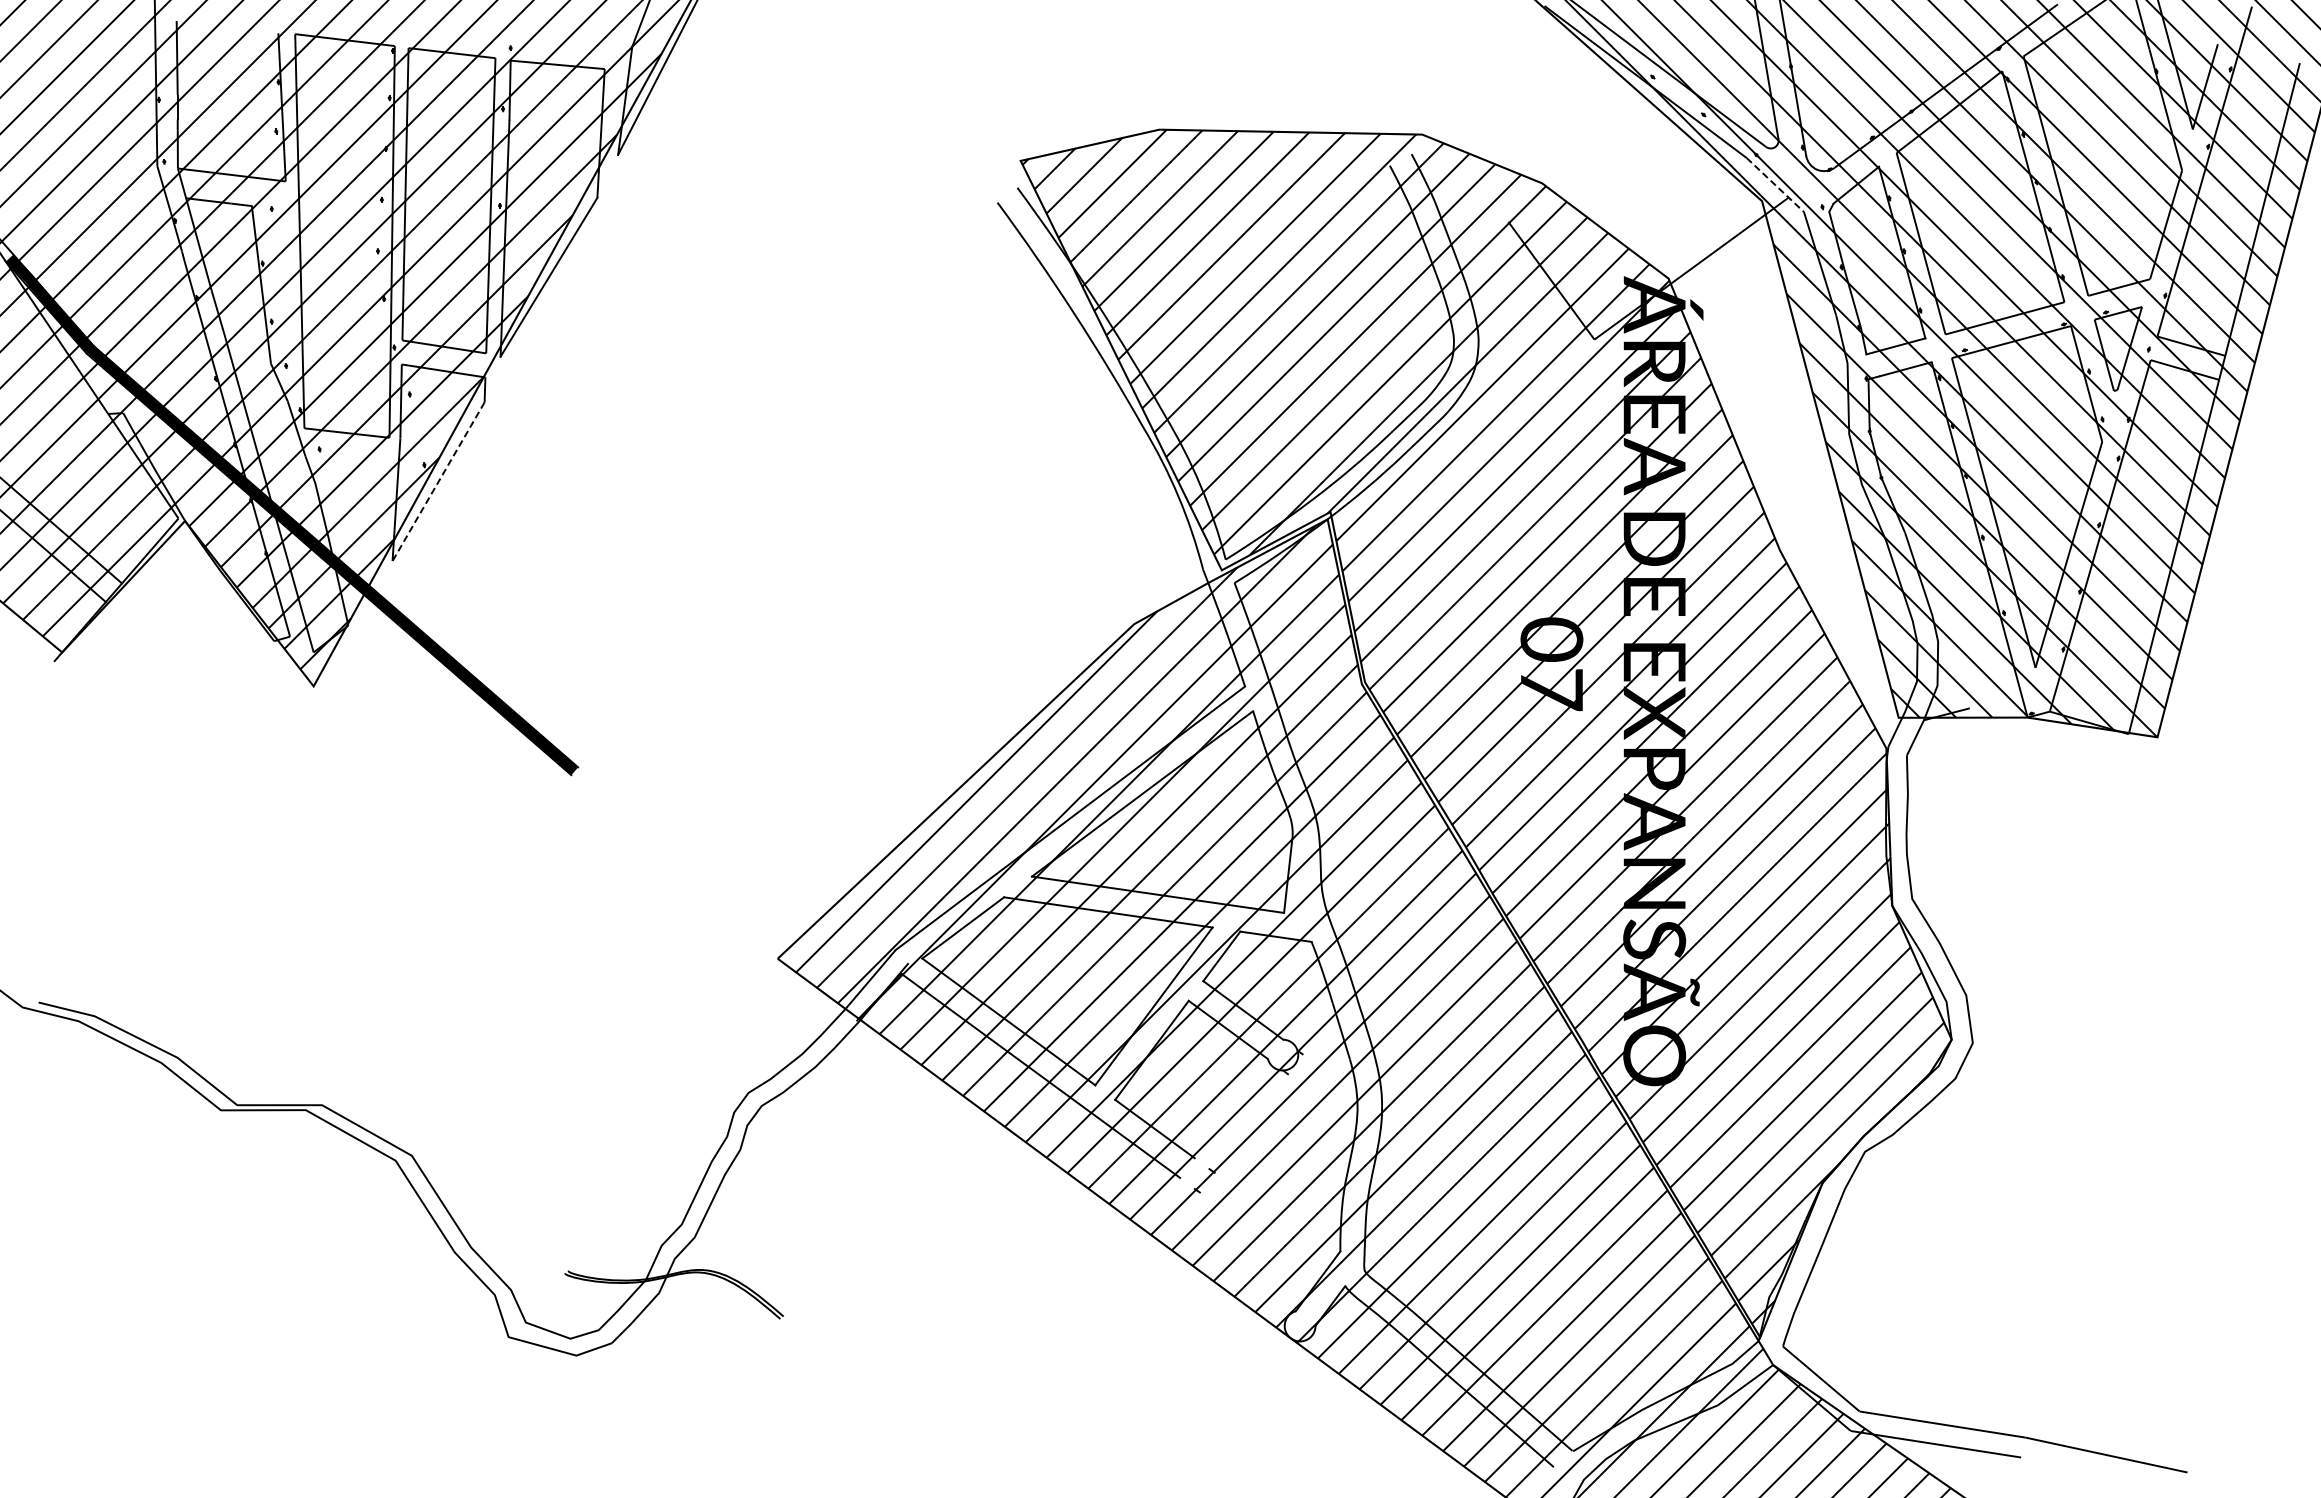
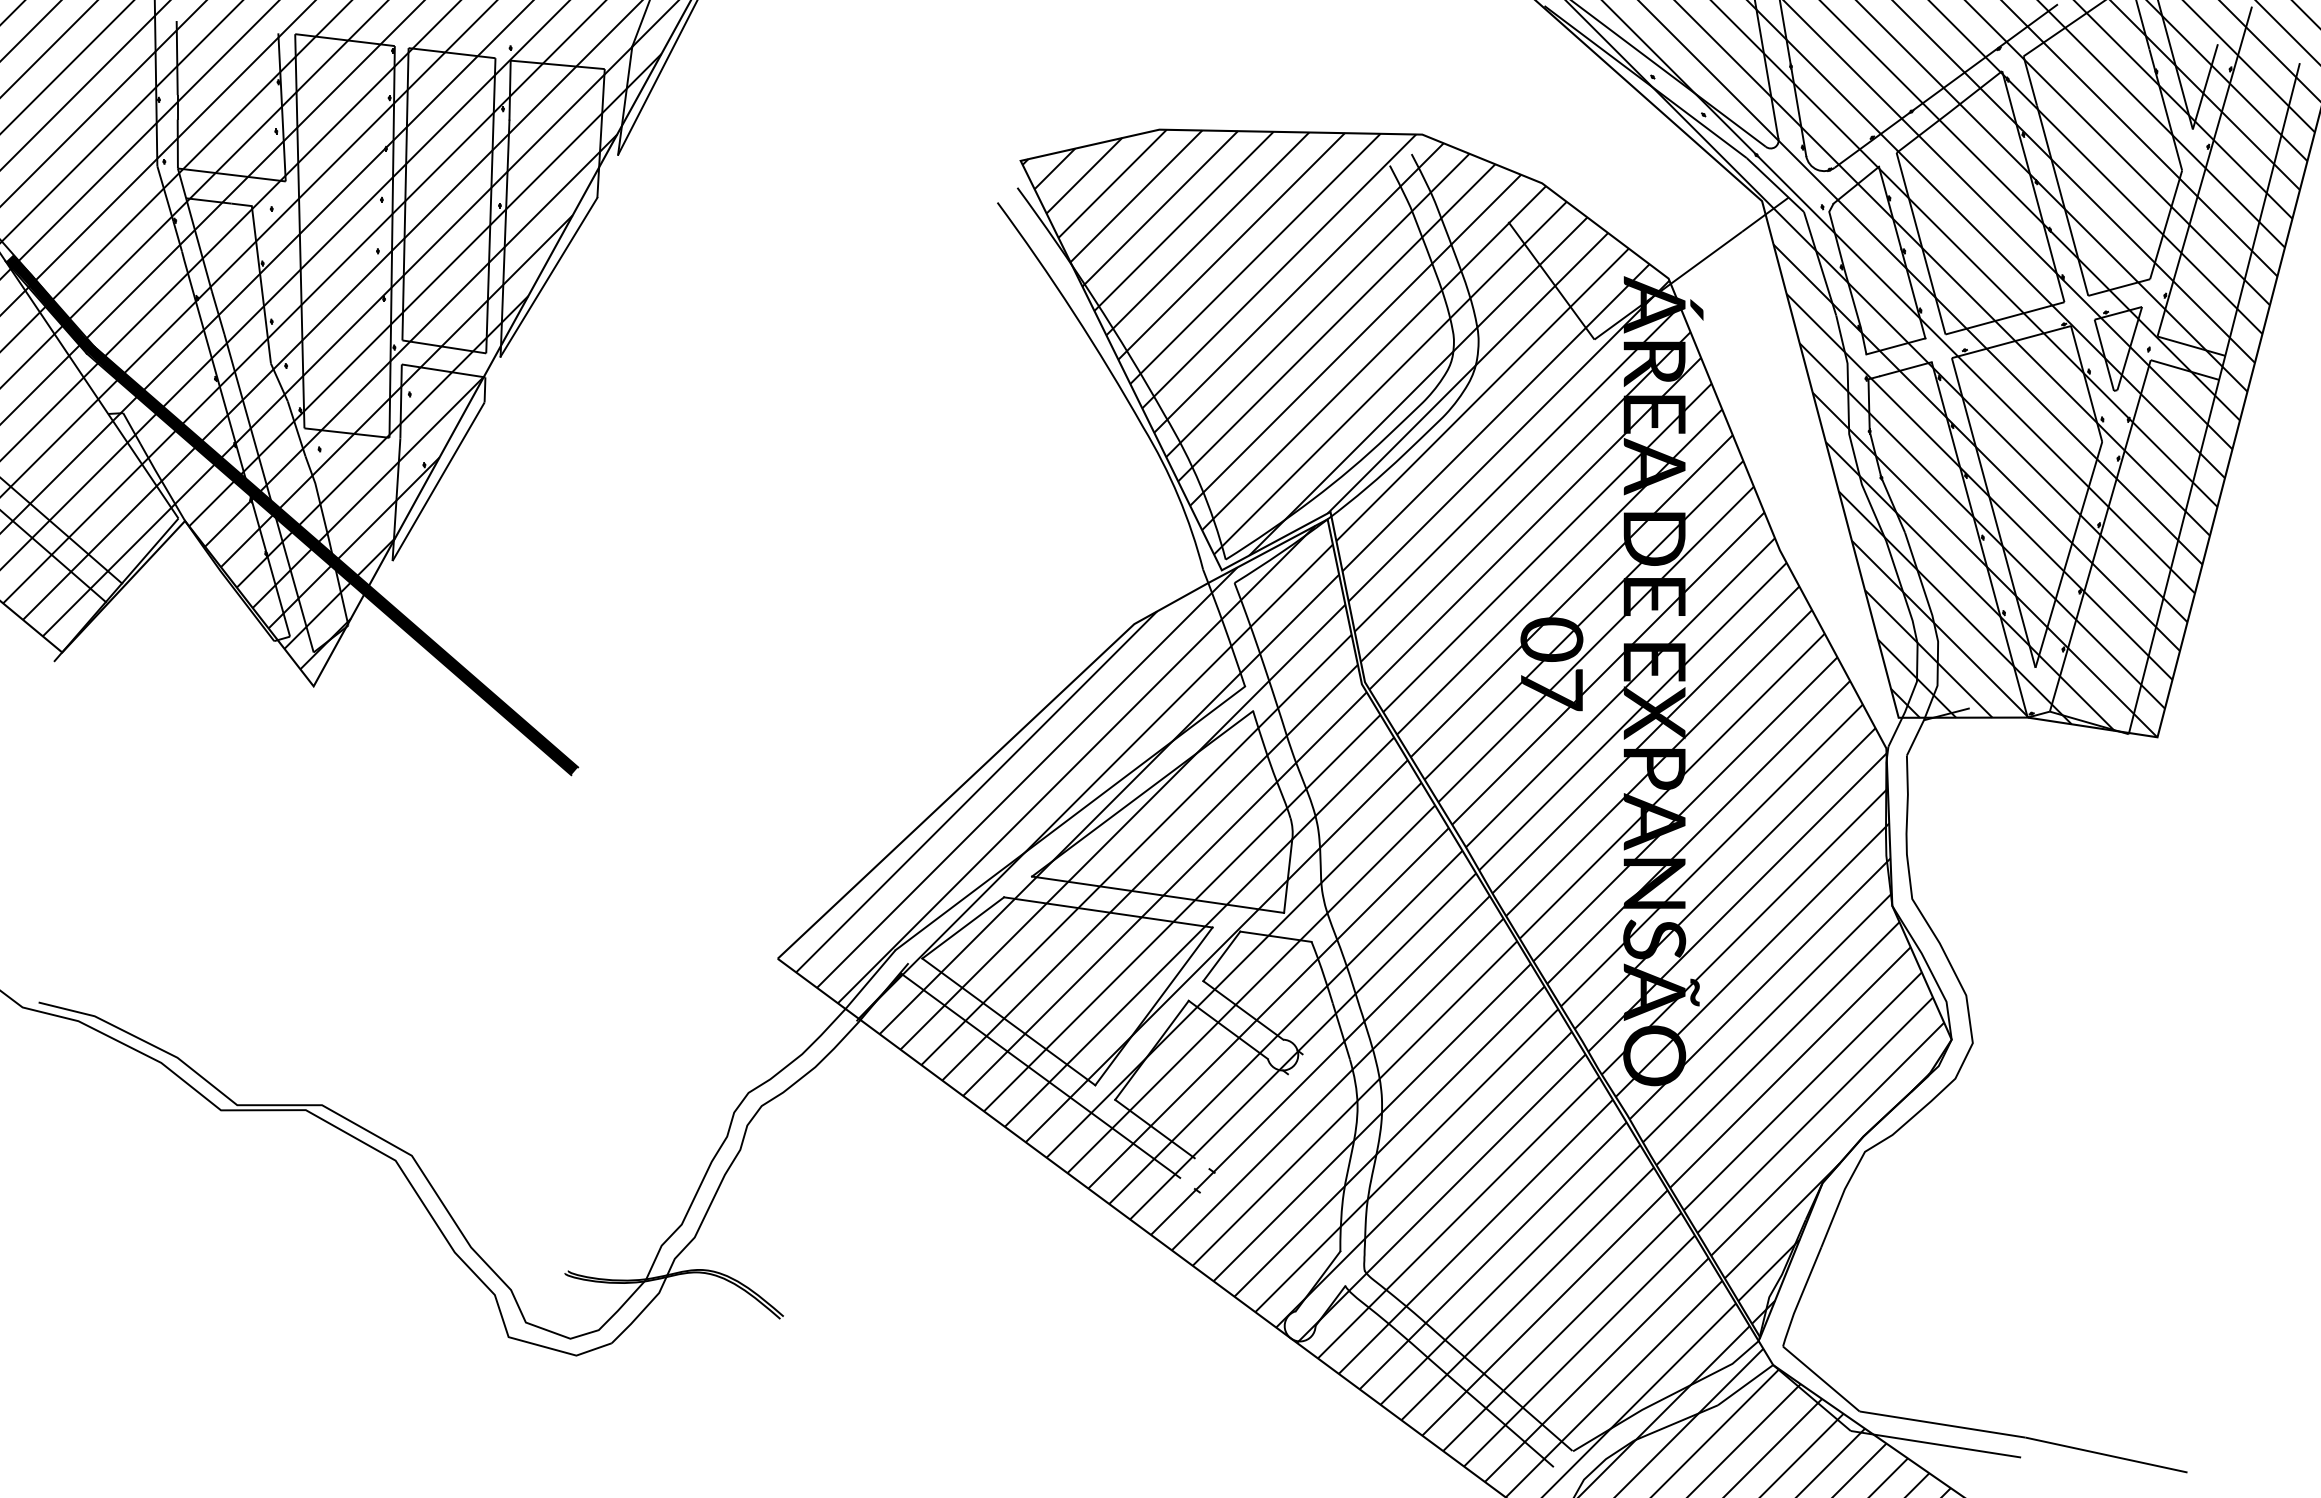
line at (1775, 185): dashed -> solid
line at (438, 481): dashed -> solid
